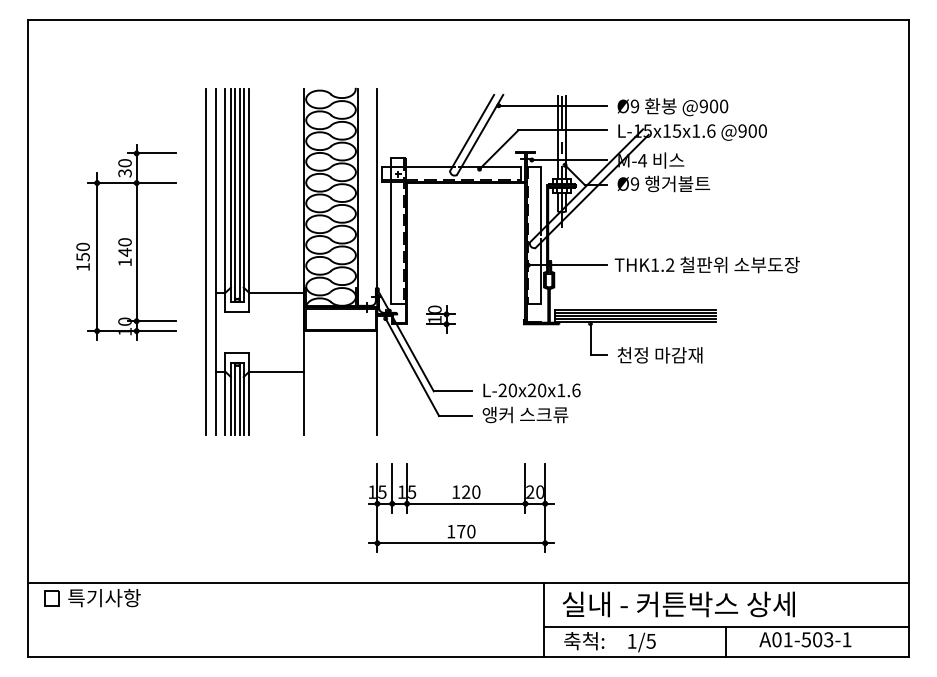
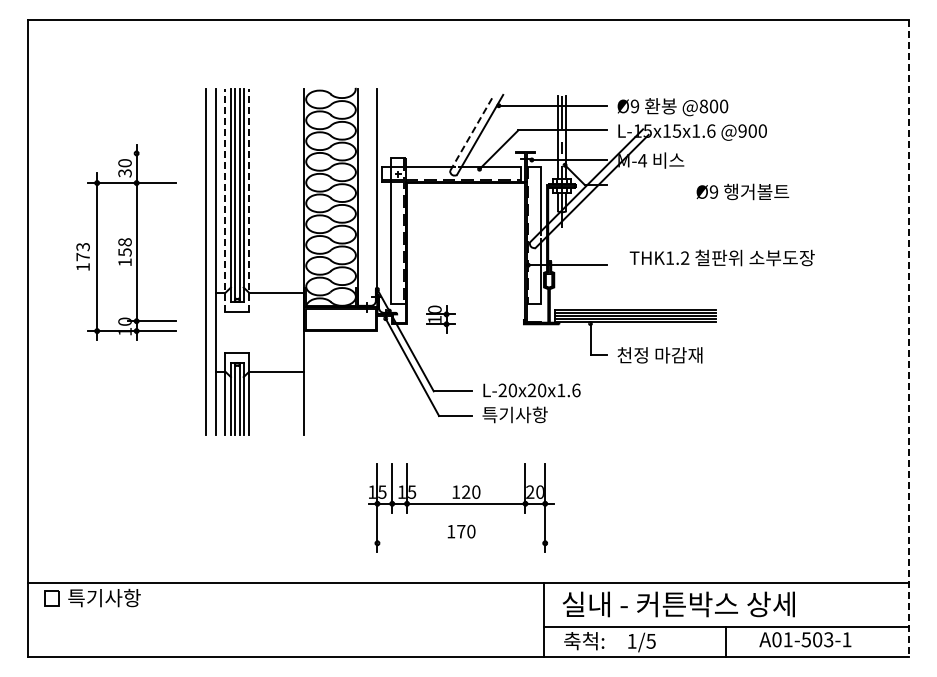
text at (703, 106): @900 -> @800
line at (472, 132): solid -> dashed
line at (151, 153): present -> none
text at (663, 183) position: (663, 183) -> (742, 191)
line at (225, 199): solid -> dashed
line at (249, 199): solid -> dashed
text at (124, 247): 140 -> 158
text at (82, 251): 150 -> 173
text at (706, 264) position: (706, 264) -> (721, 257)
line at (908, 338): solid -> dashed
line at (377, 382): present -> none
text at (525, 414): 앵커 스크류 -> 특기사항
line at (461, 543): present -> none
